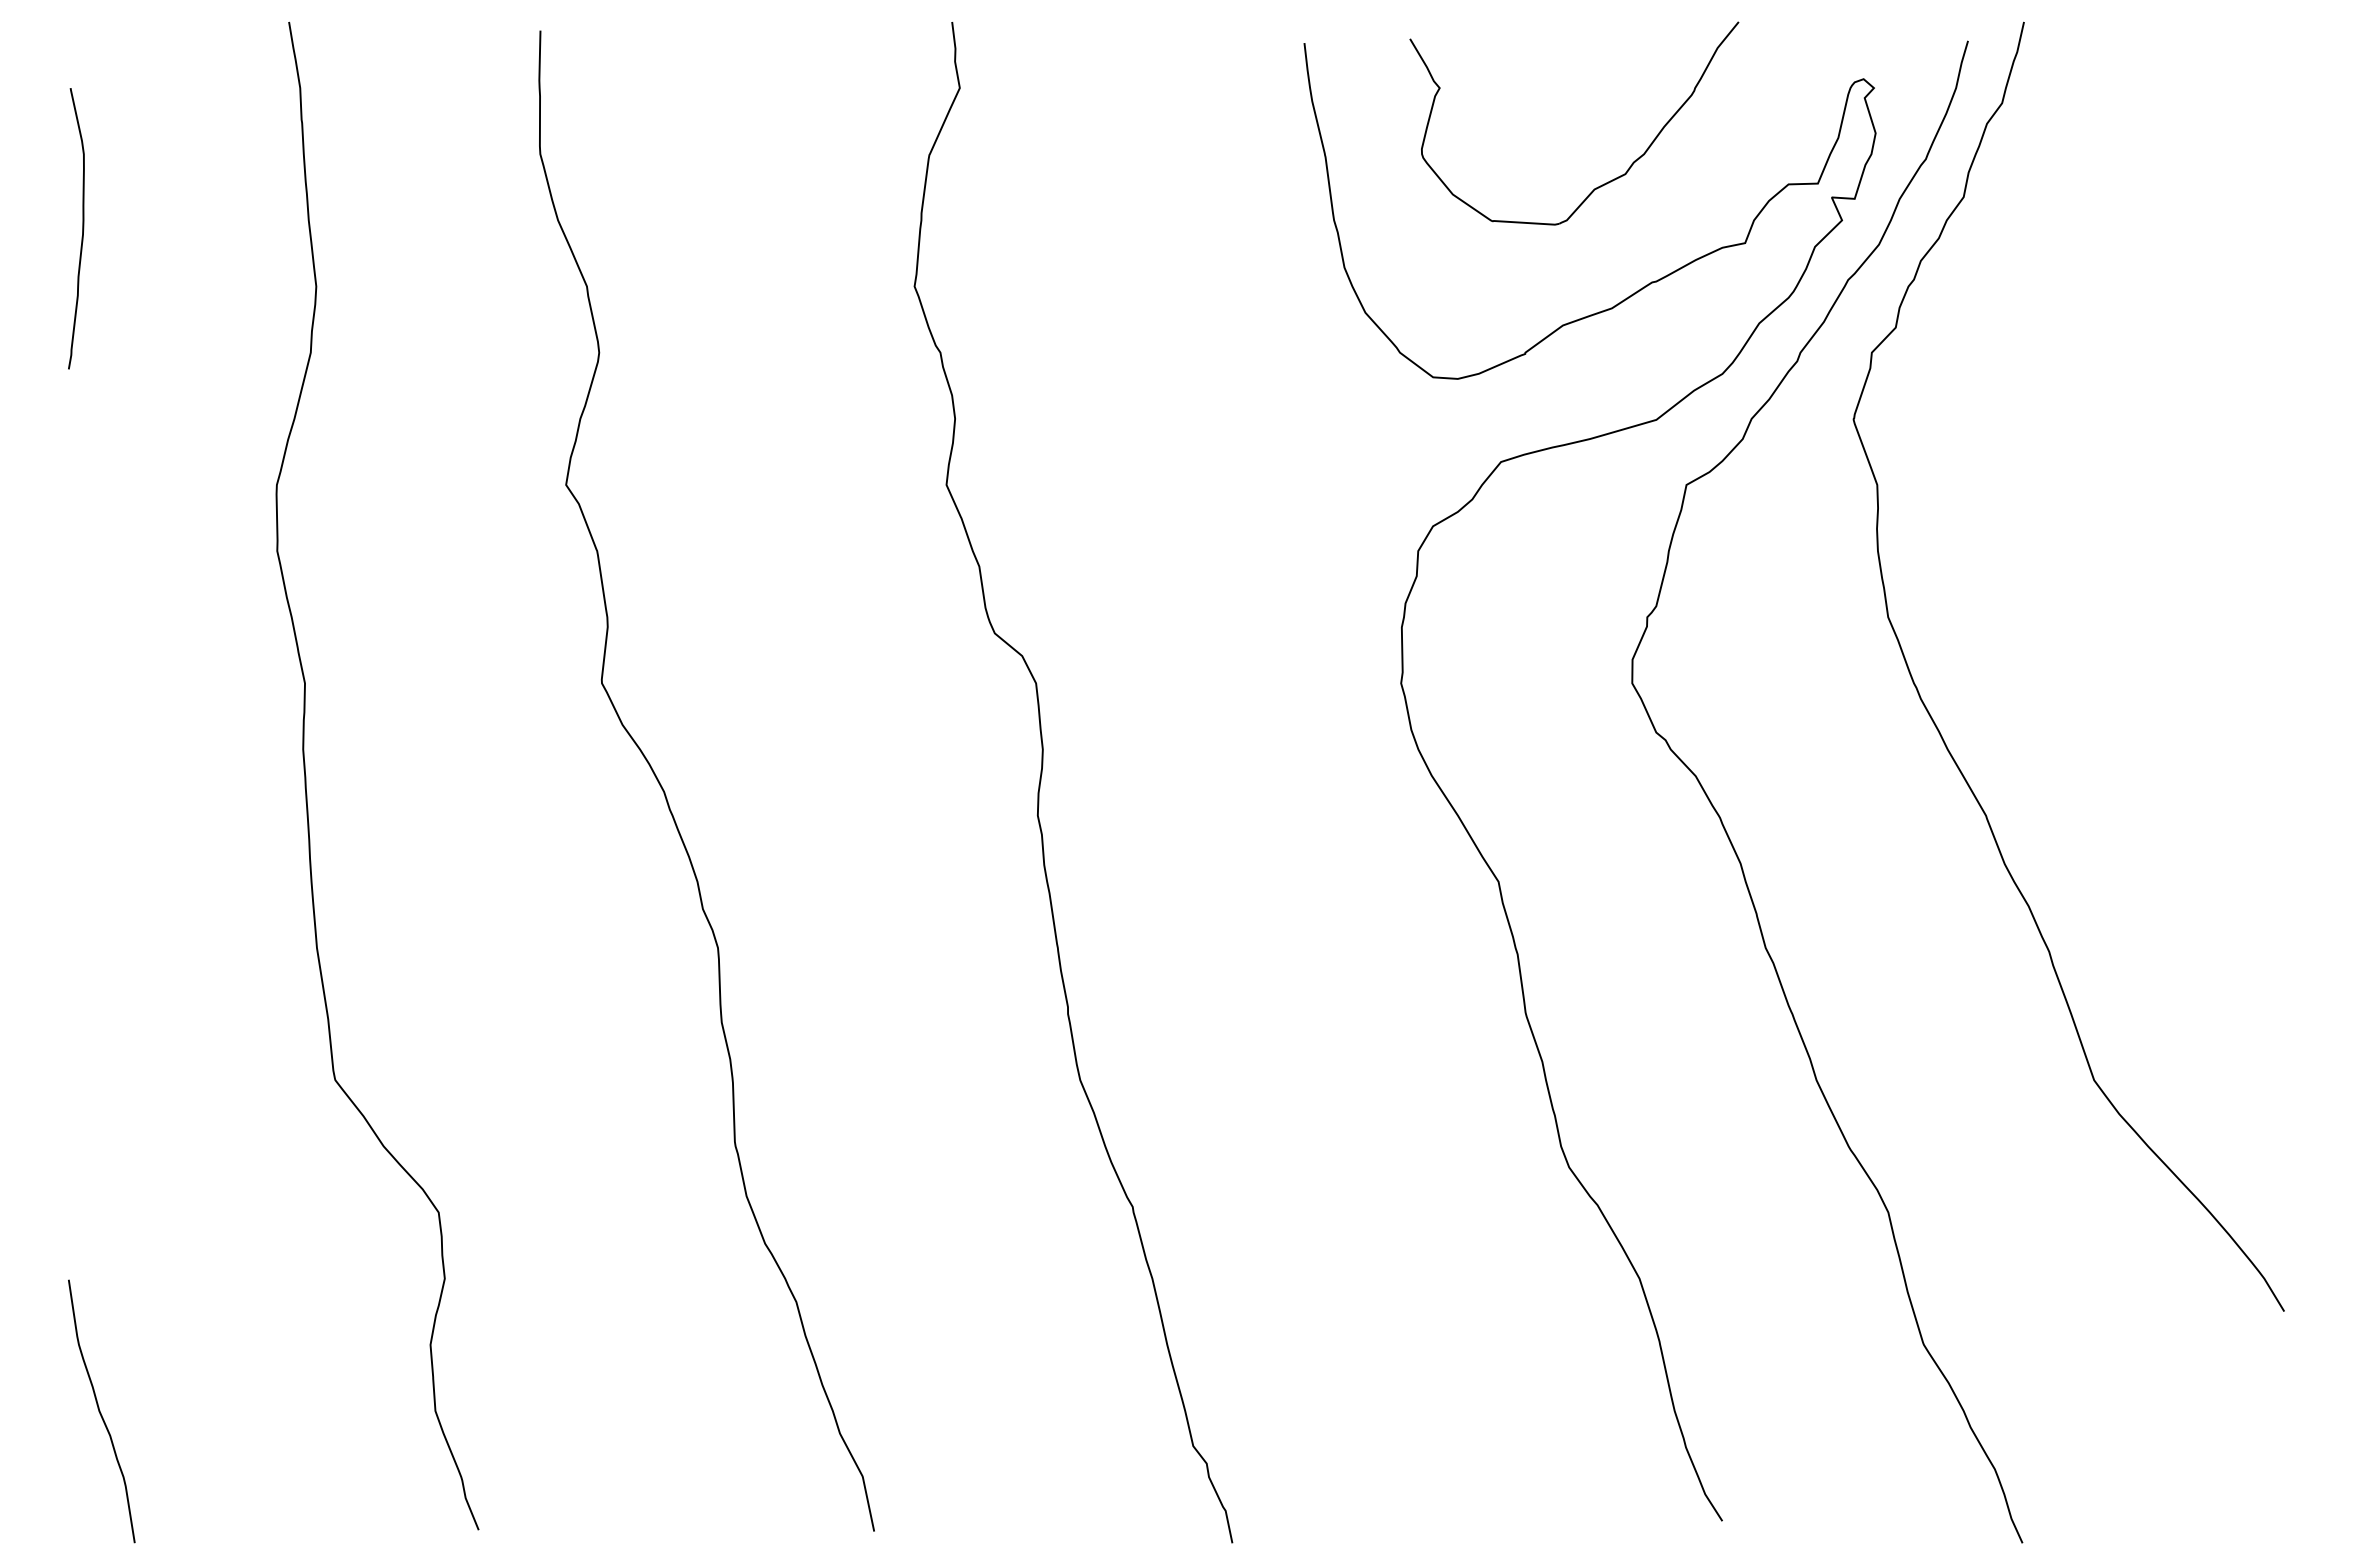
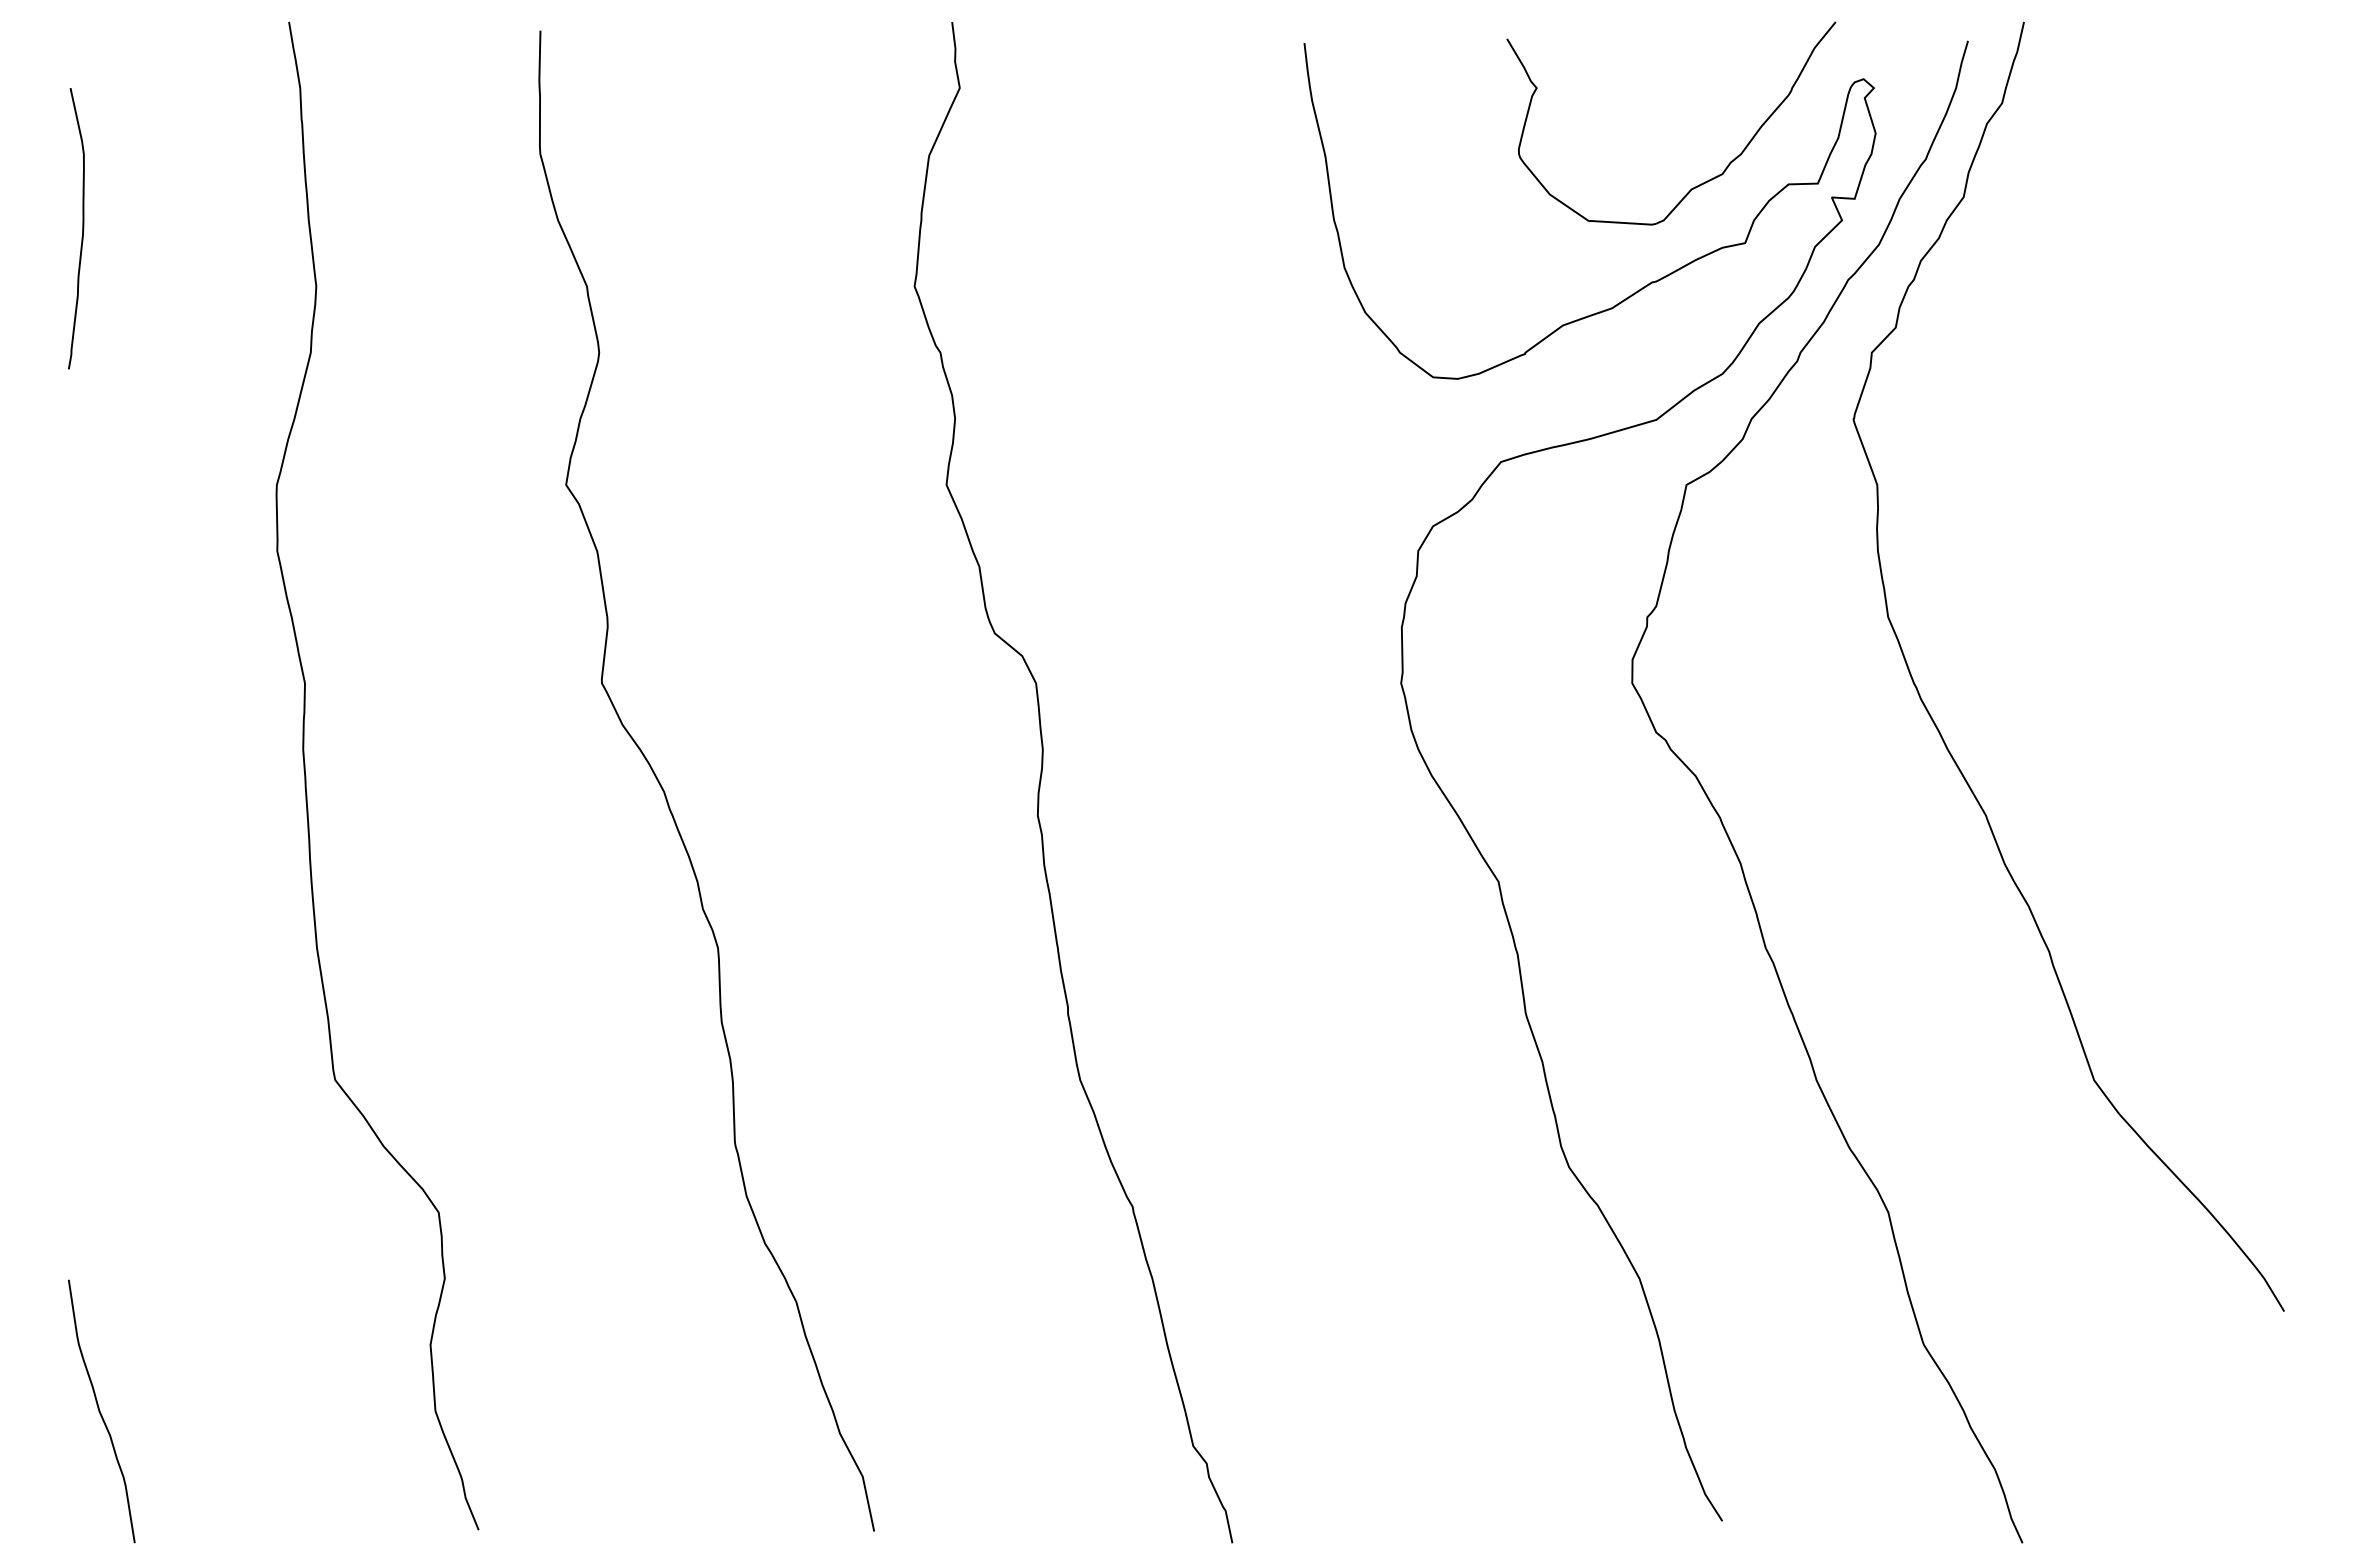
part at (1604, 183) position: (1604, 183) -> (1701, 183)
